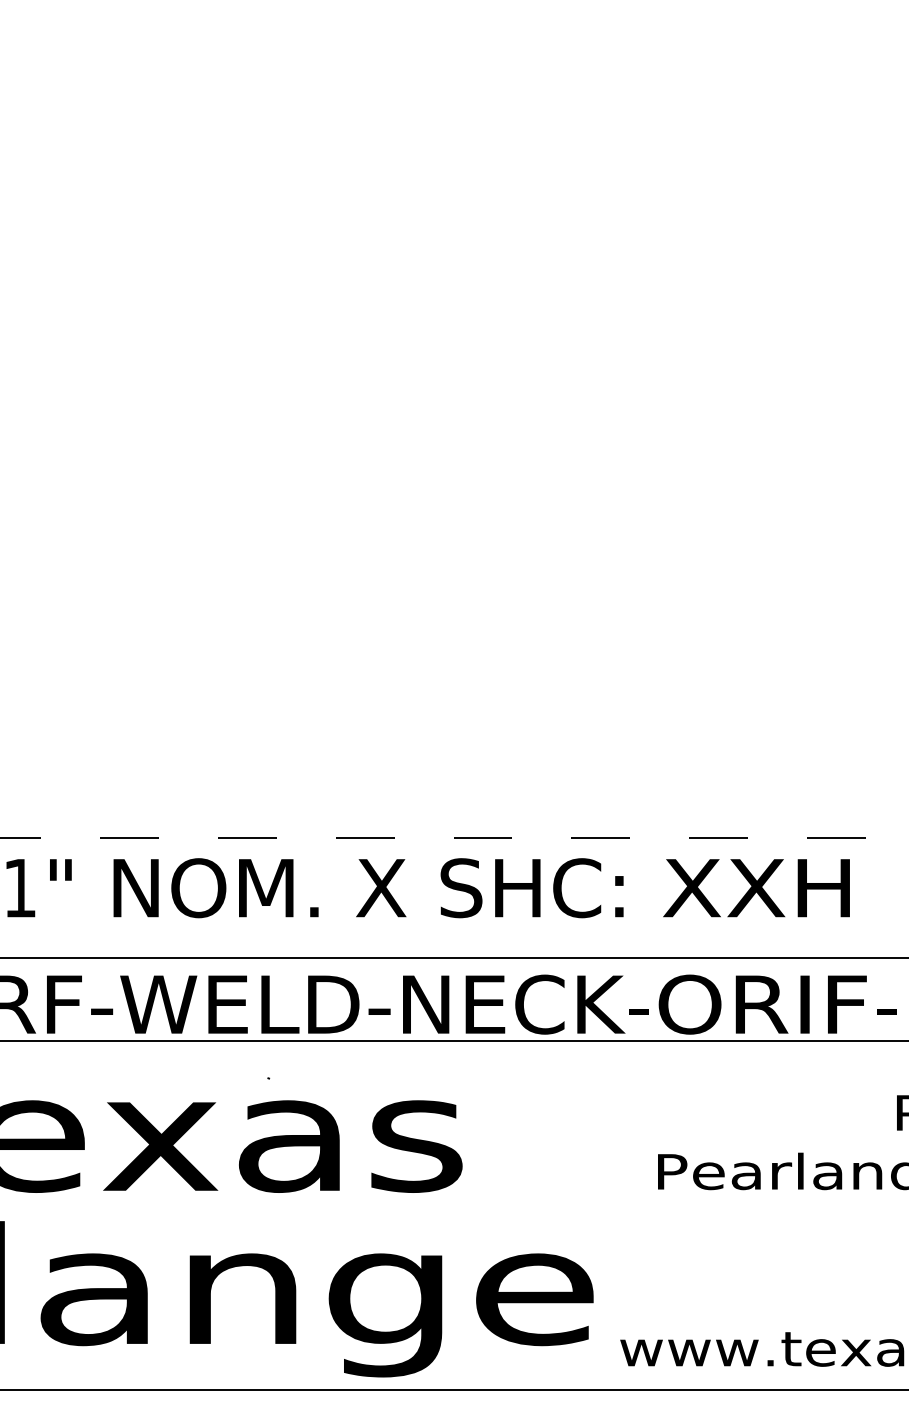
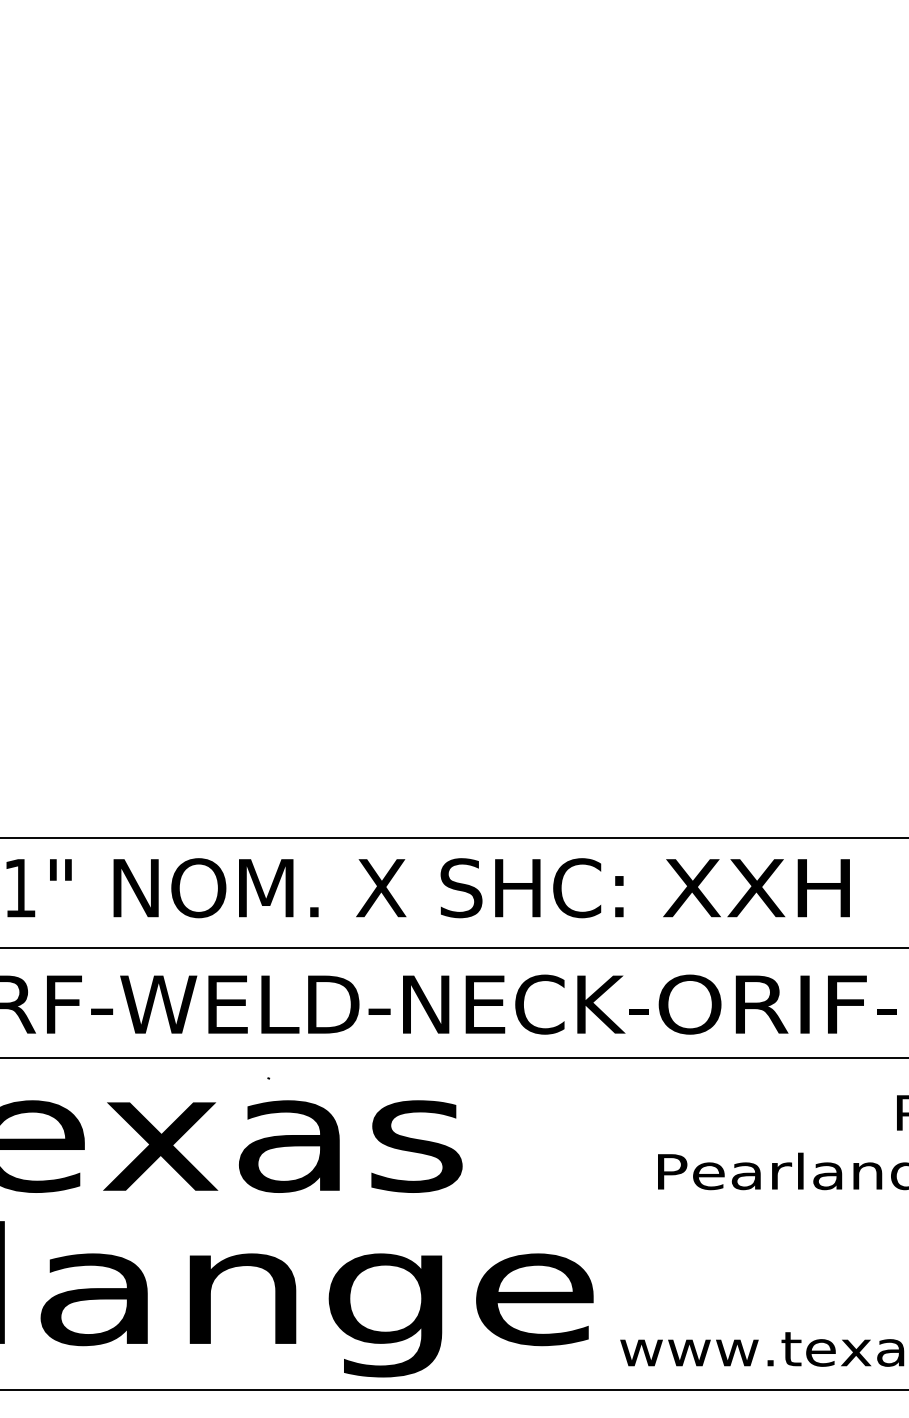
line at (454, 837): dashed -> solid
line at (453, 958) position: (453, 958) -> (453, 948)
line at (453, 1041) position: (453, 1041) -> (453, 1058)
